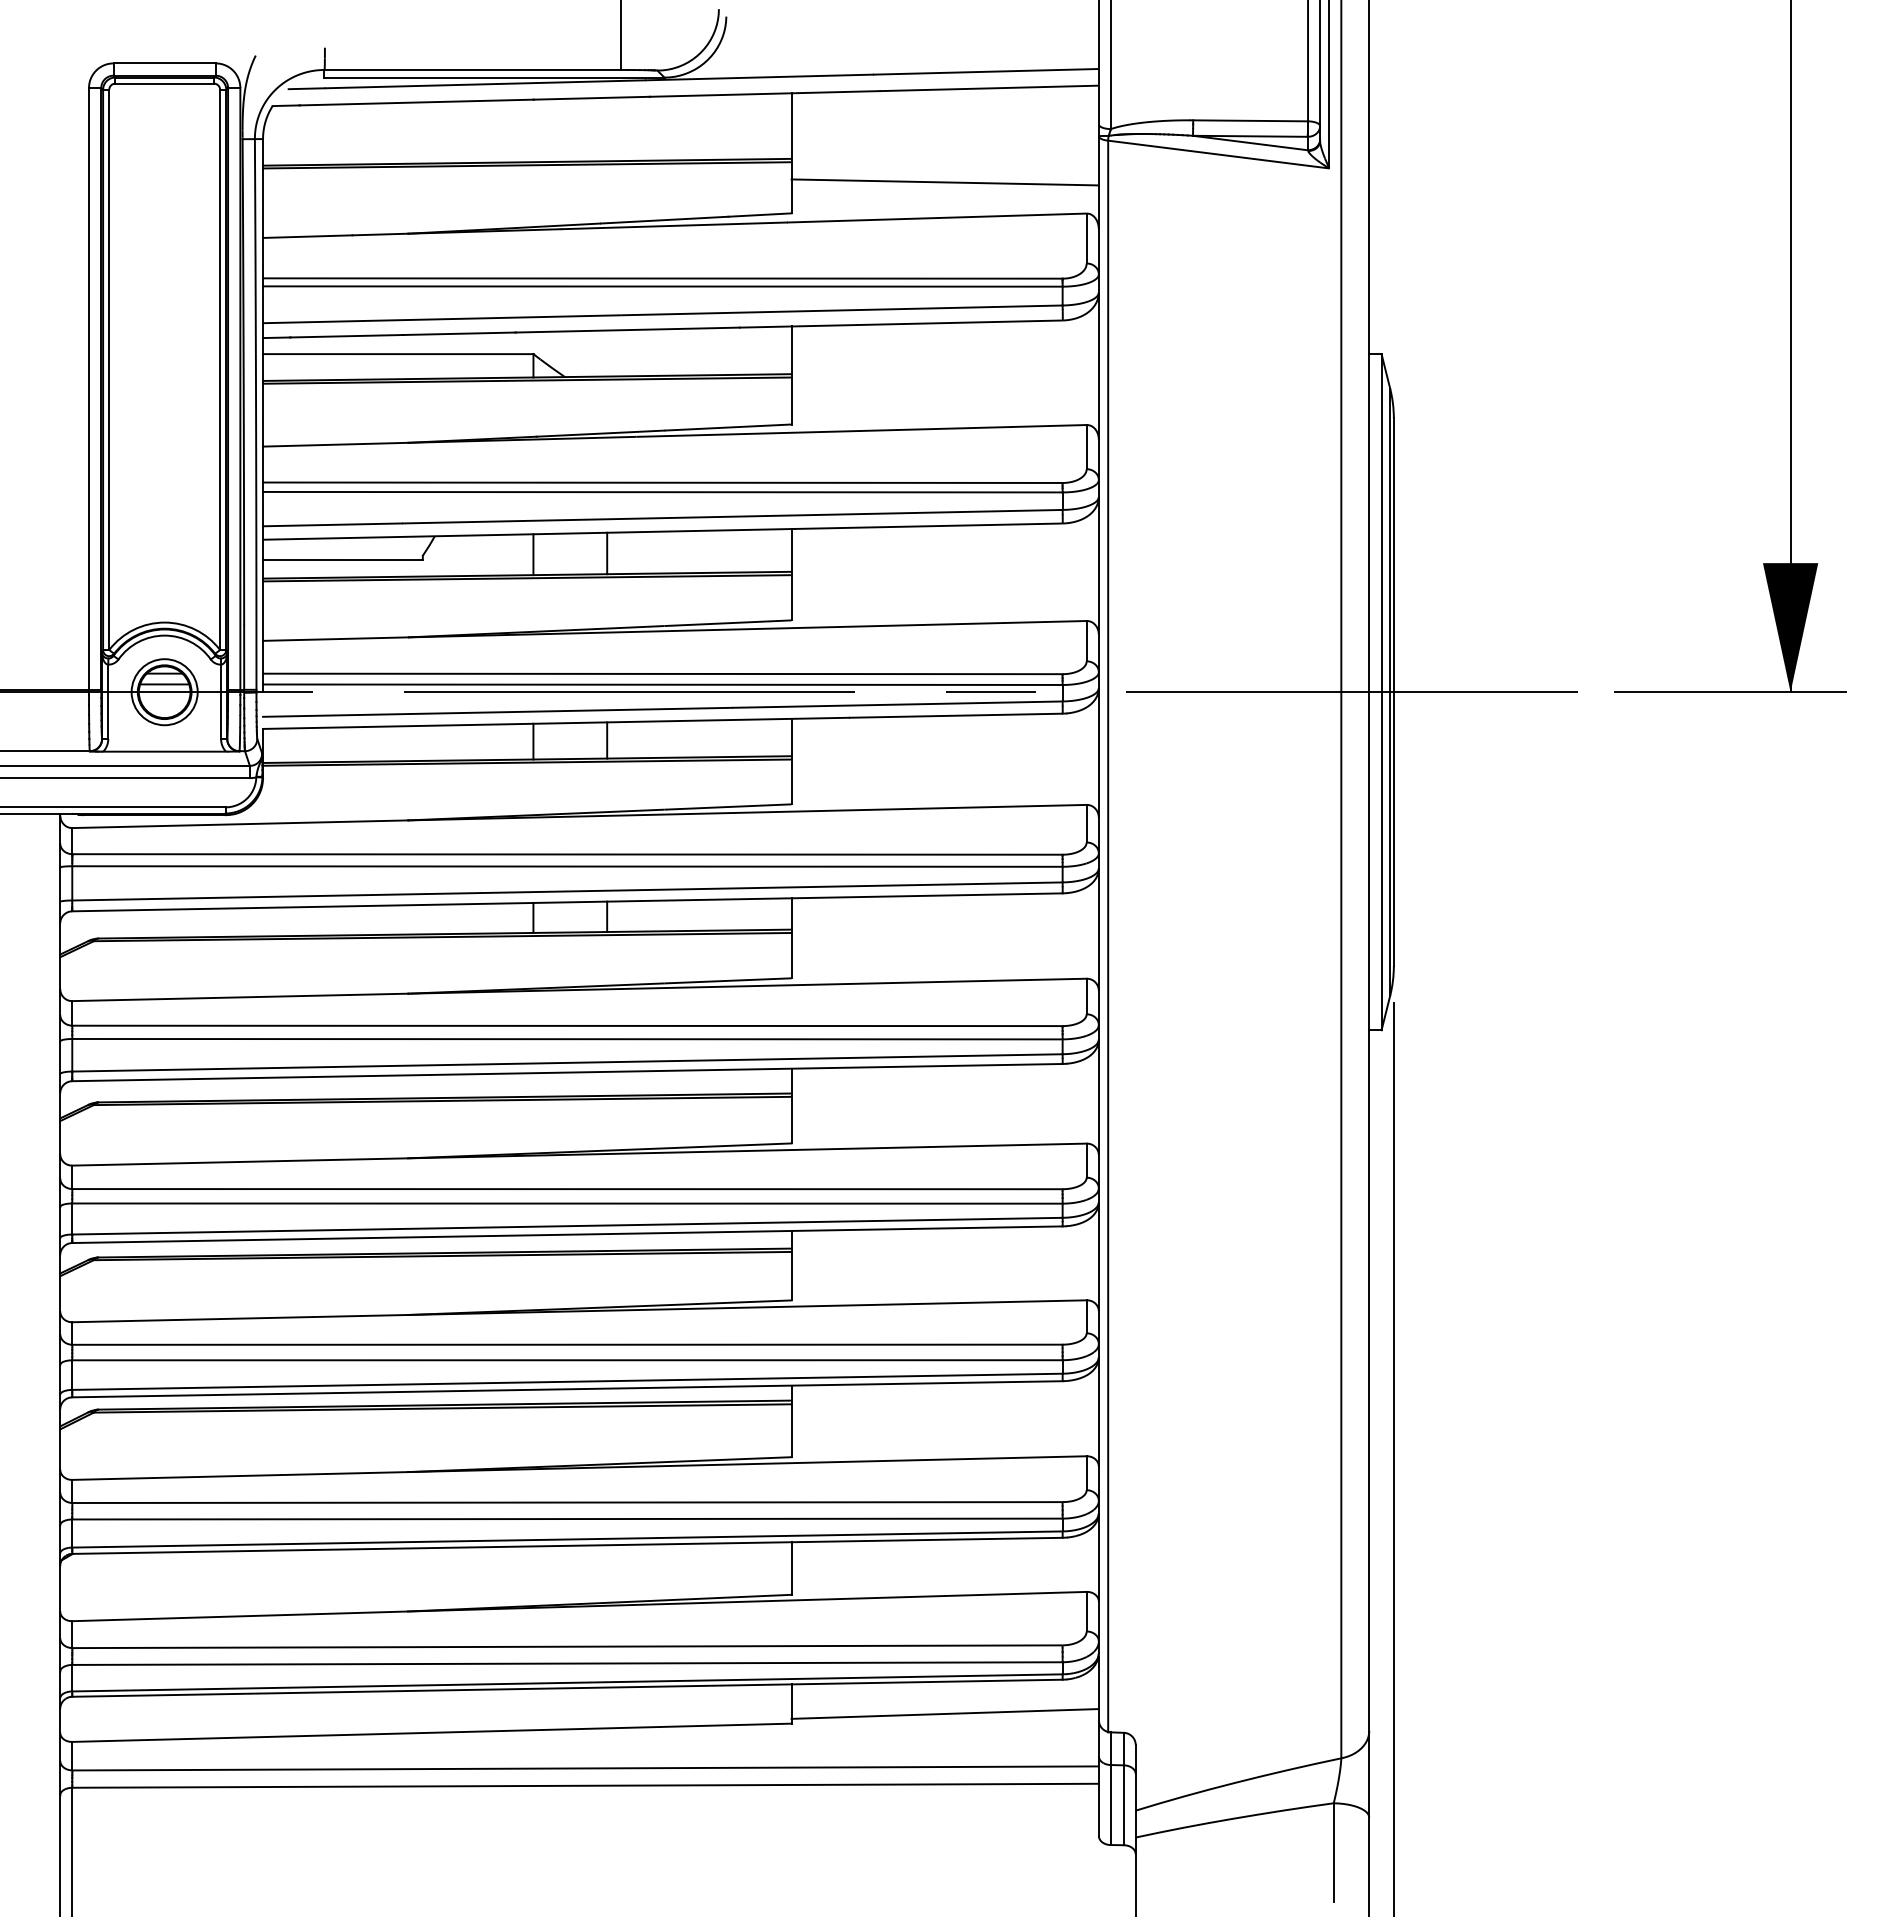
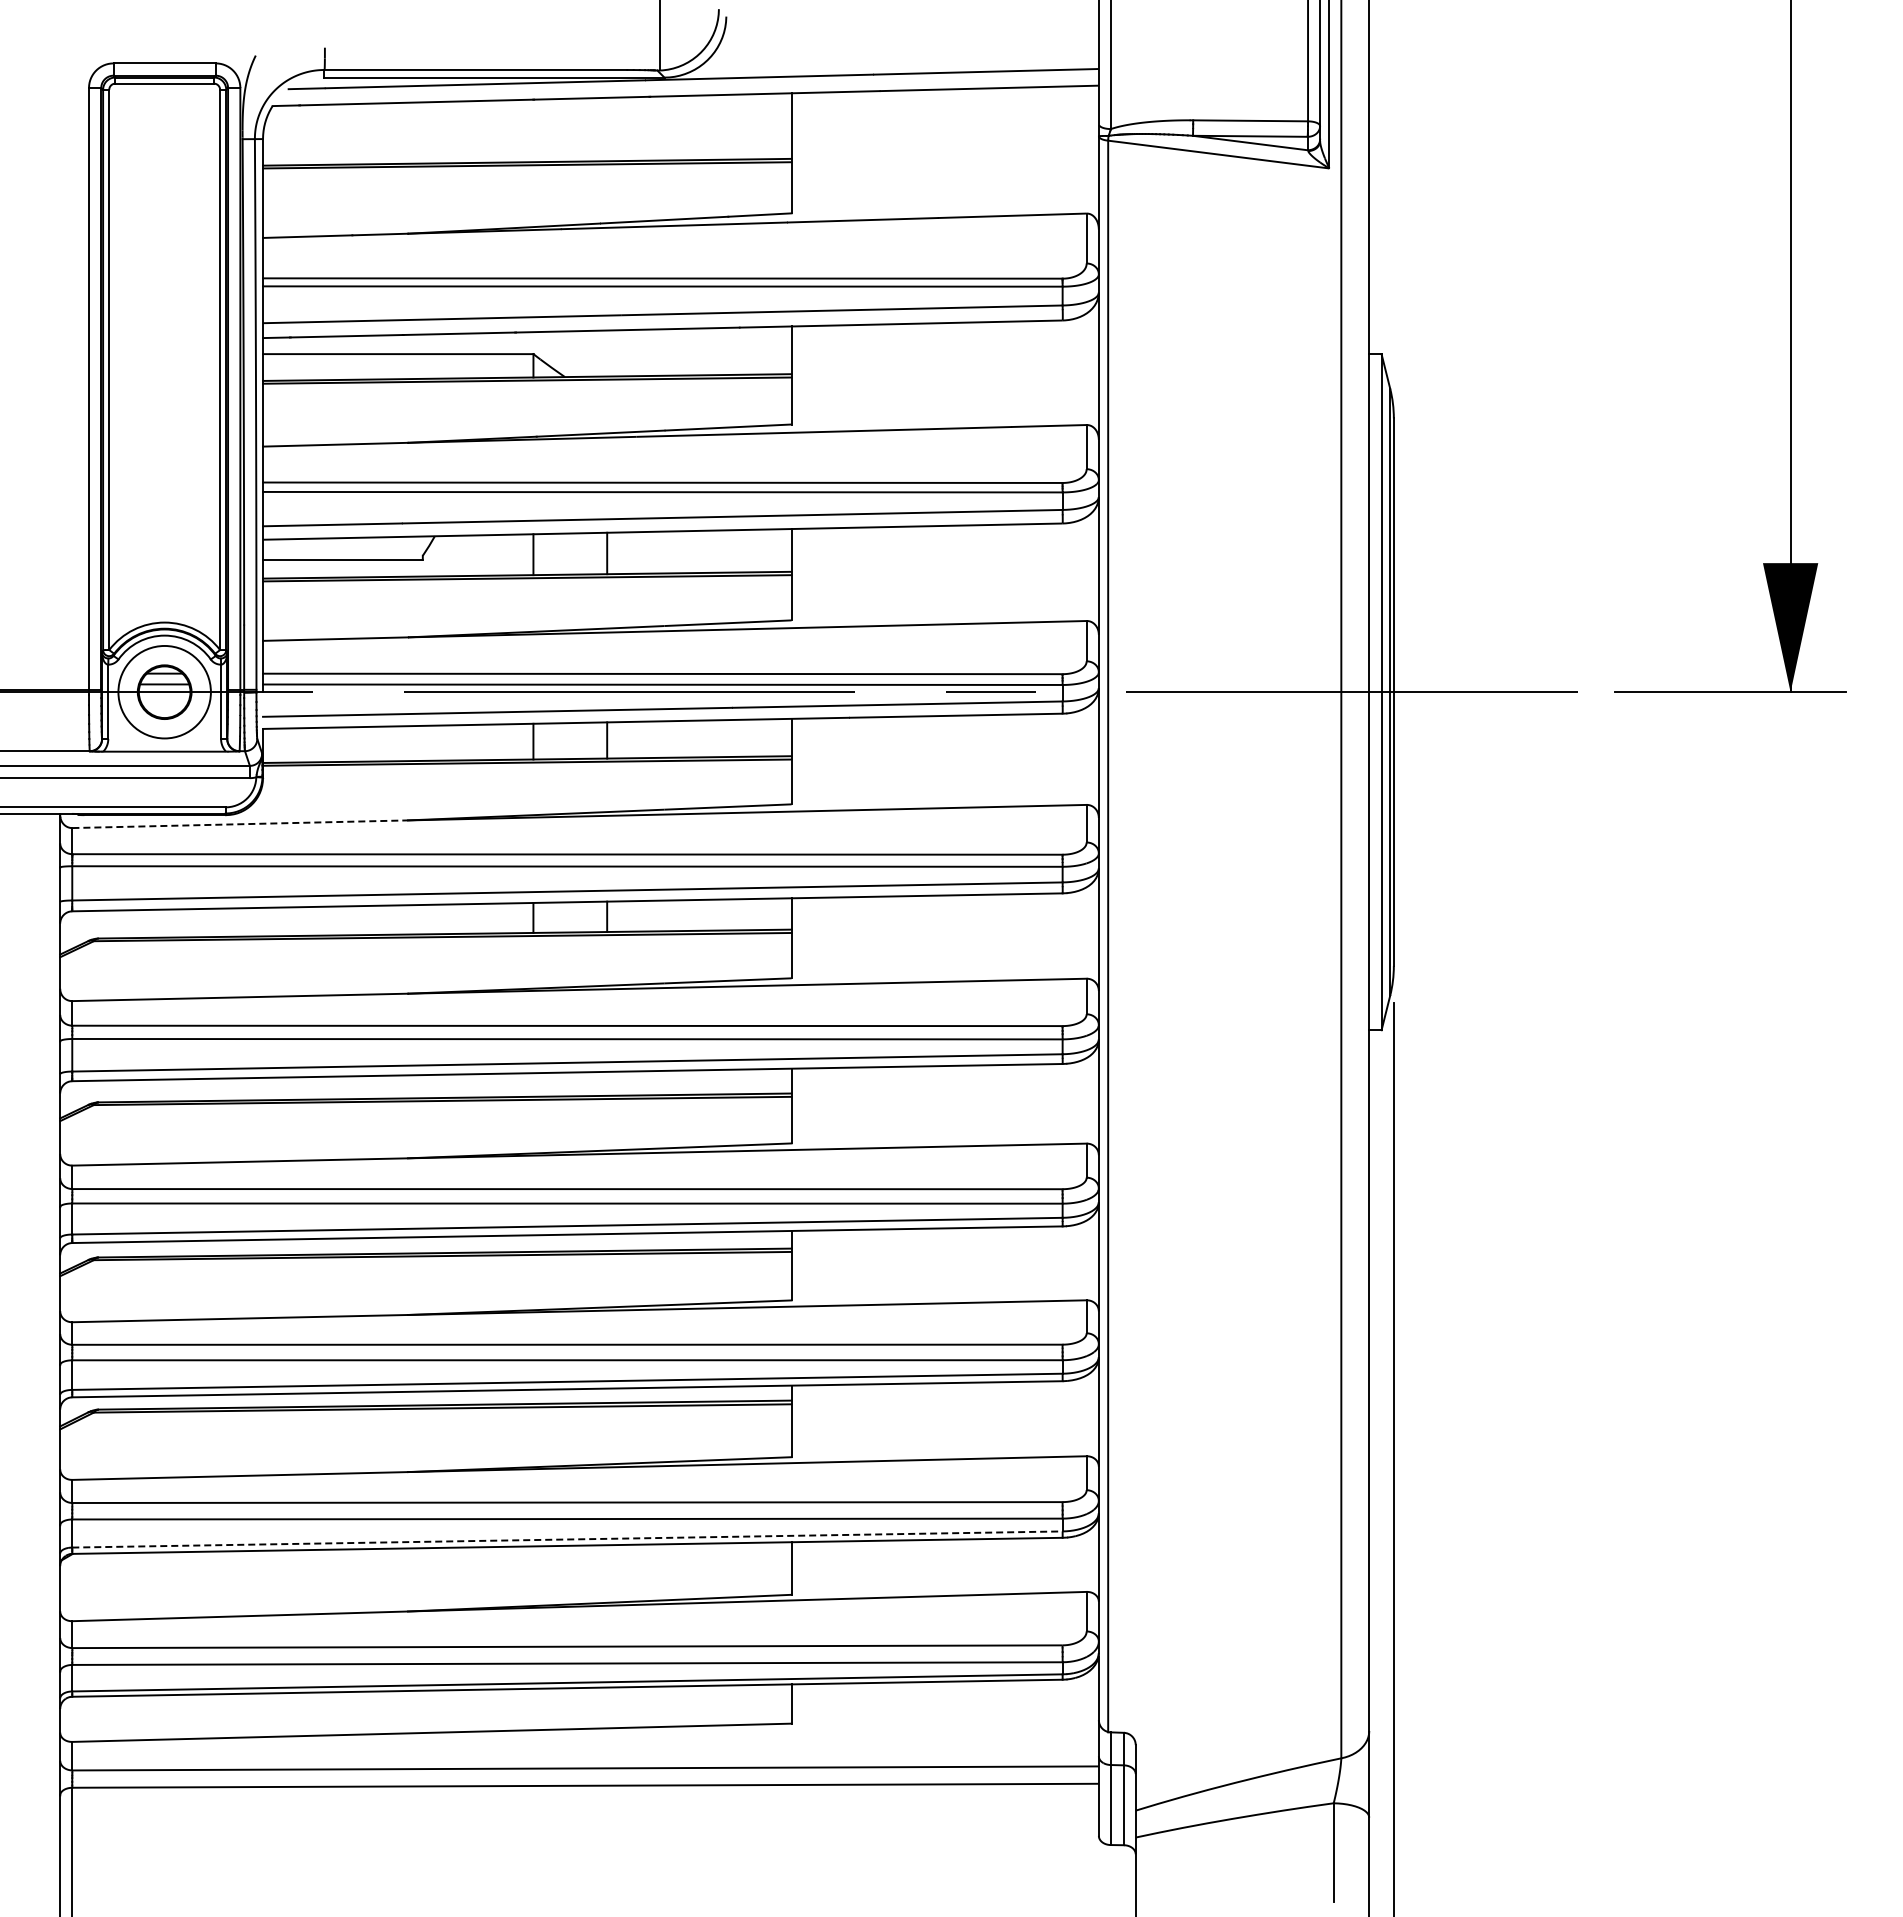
line at (620, 35) position: (620, 35) -> (659, 35)
line at (944, 182): present -> none
circle at (164, 692) diameter: 66 px -> 92 px
line at (240, 824): solid -> dashed
line at (567, 1539): solid -> dashed
line at (944, 1713): present -> none
